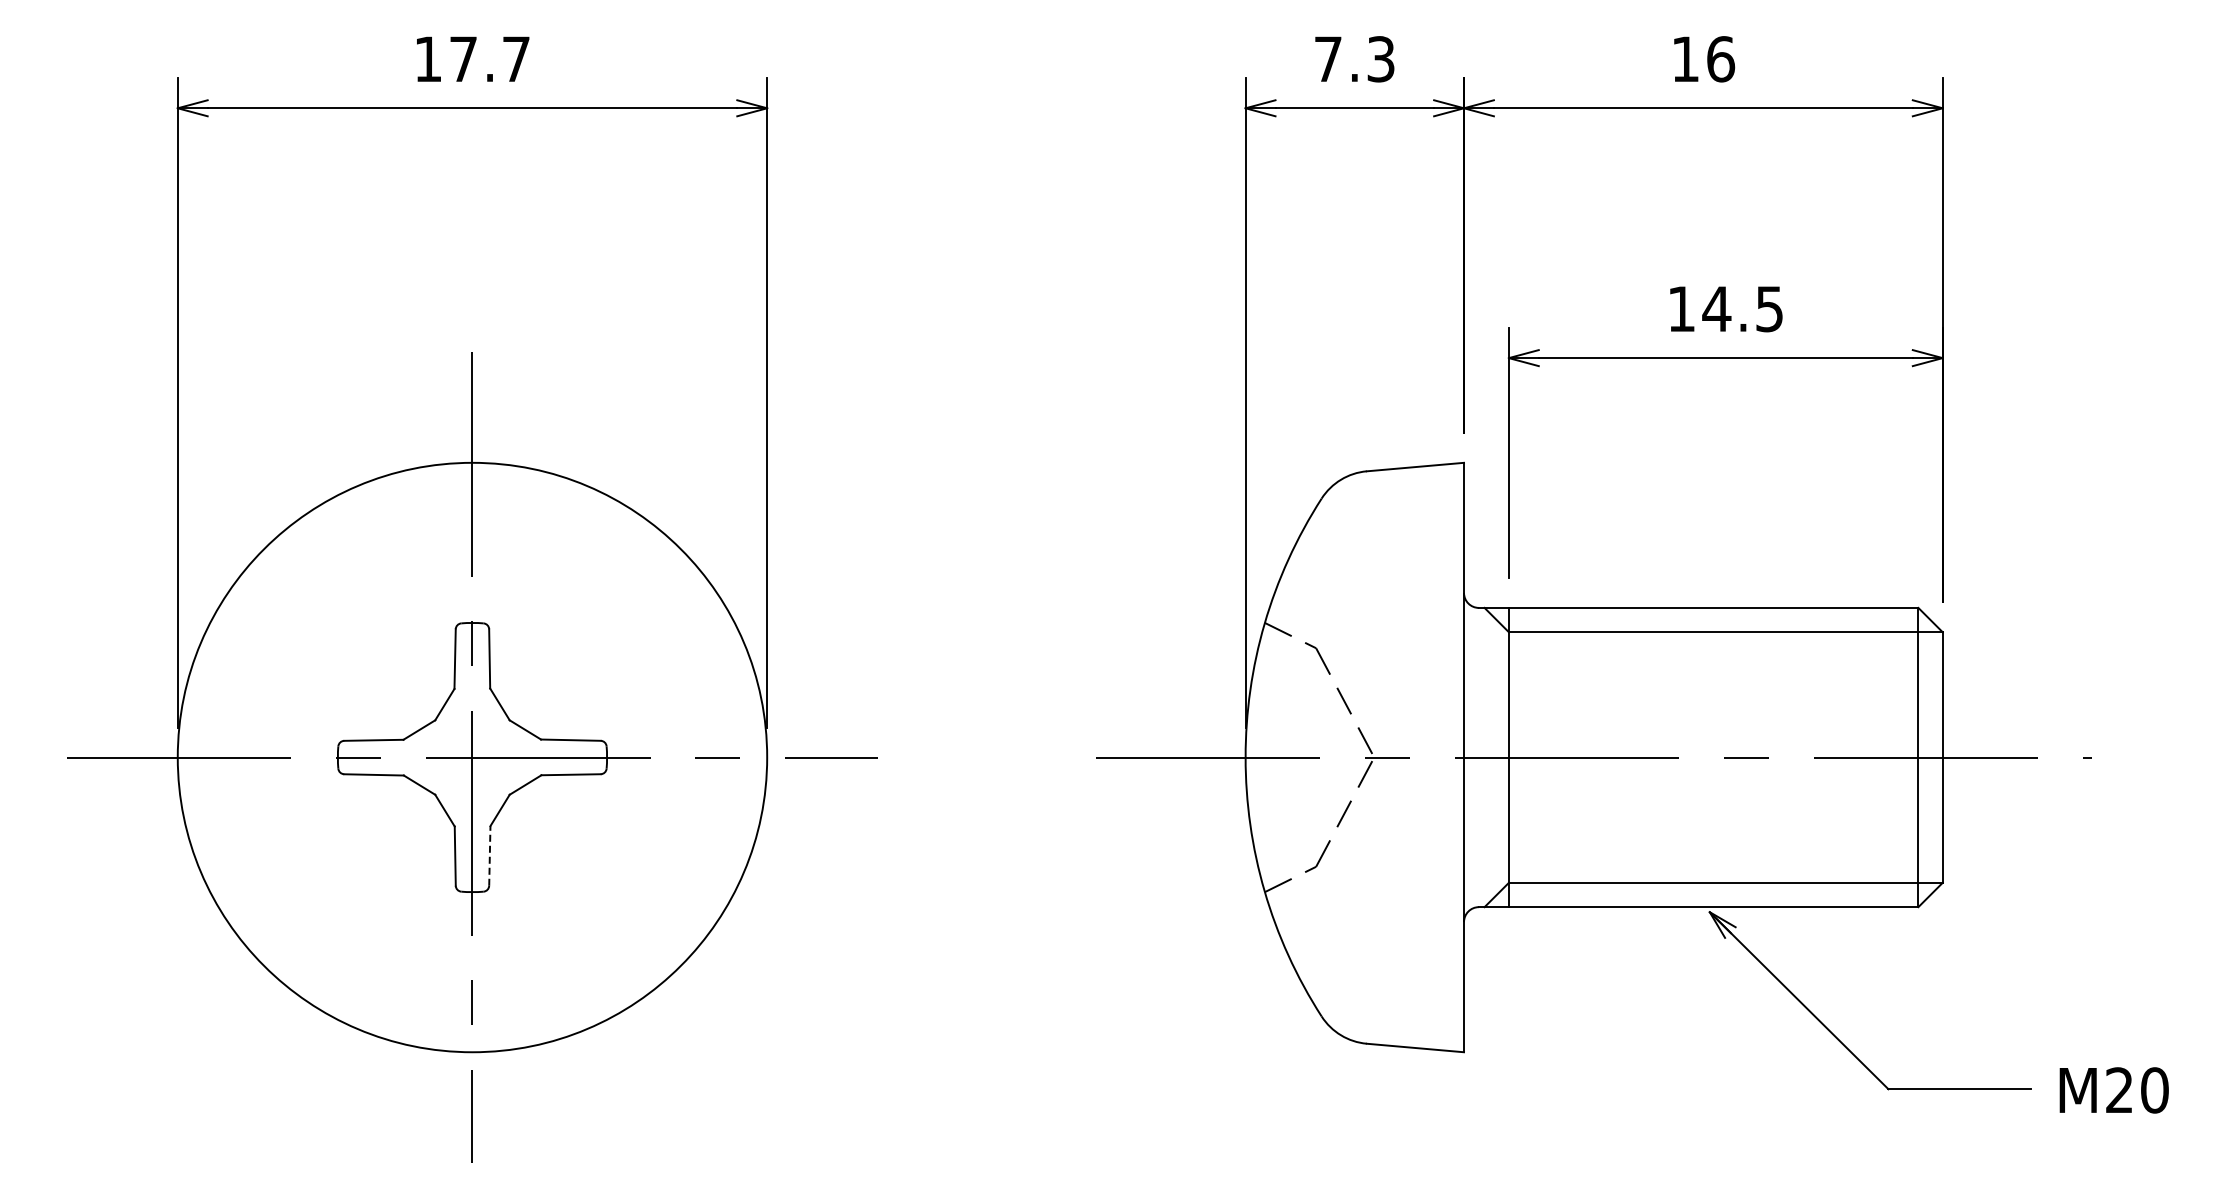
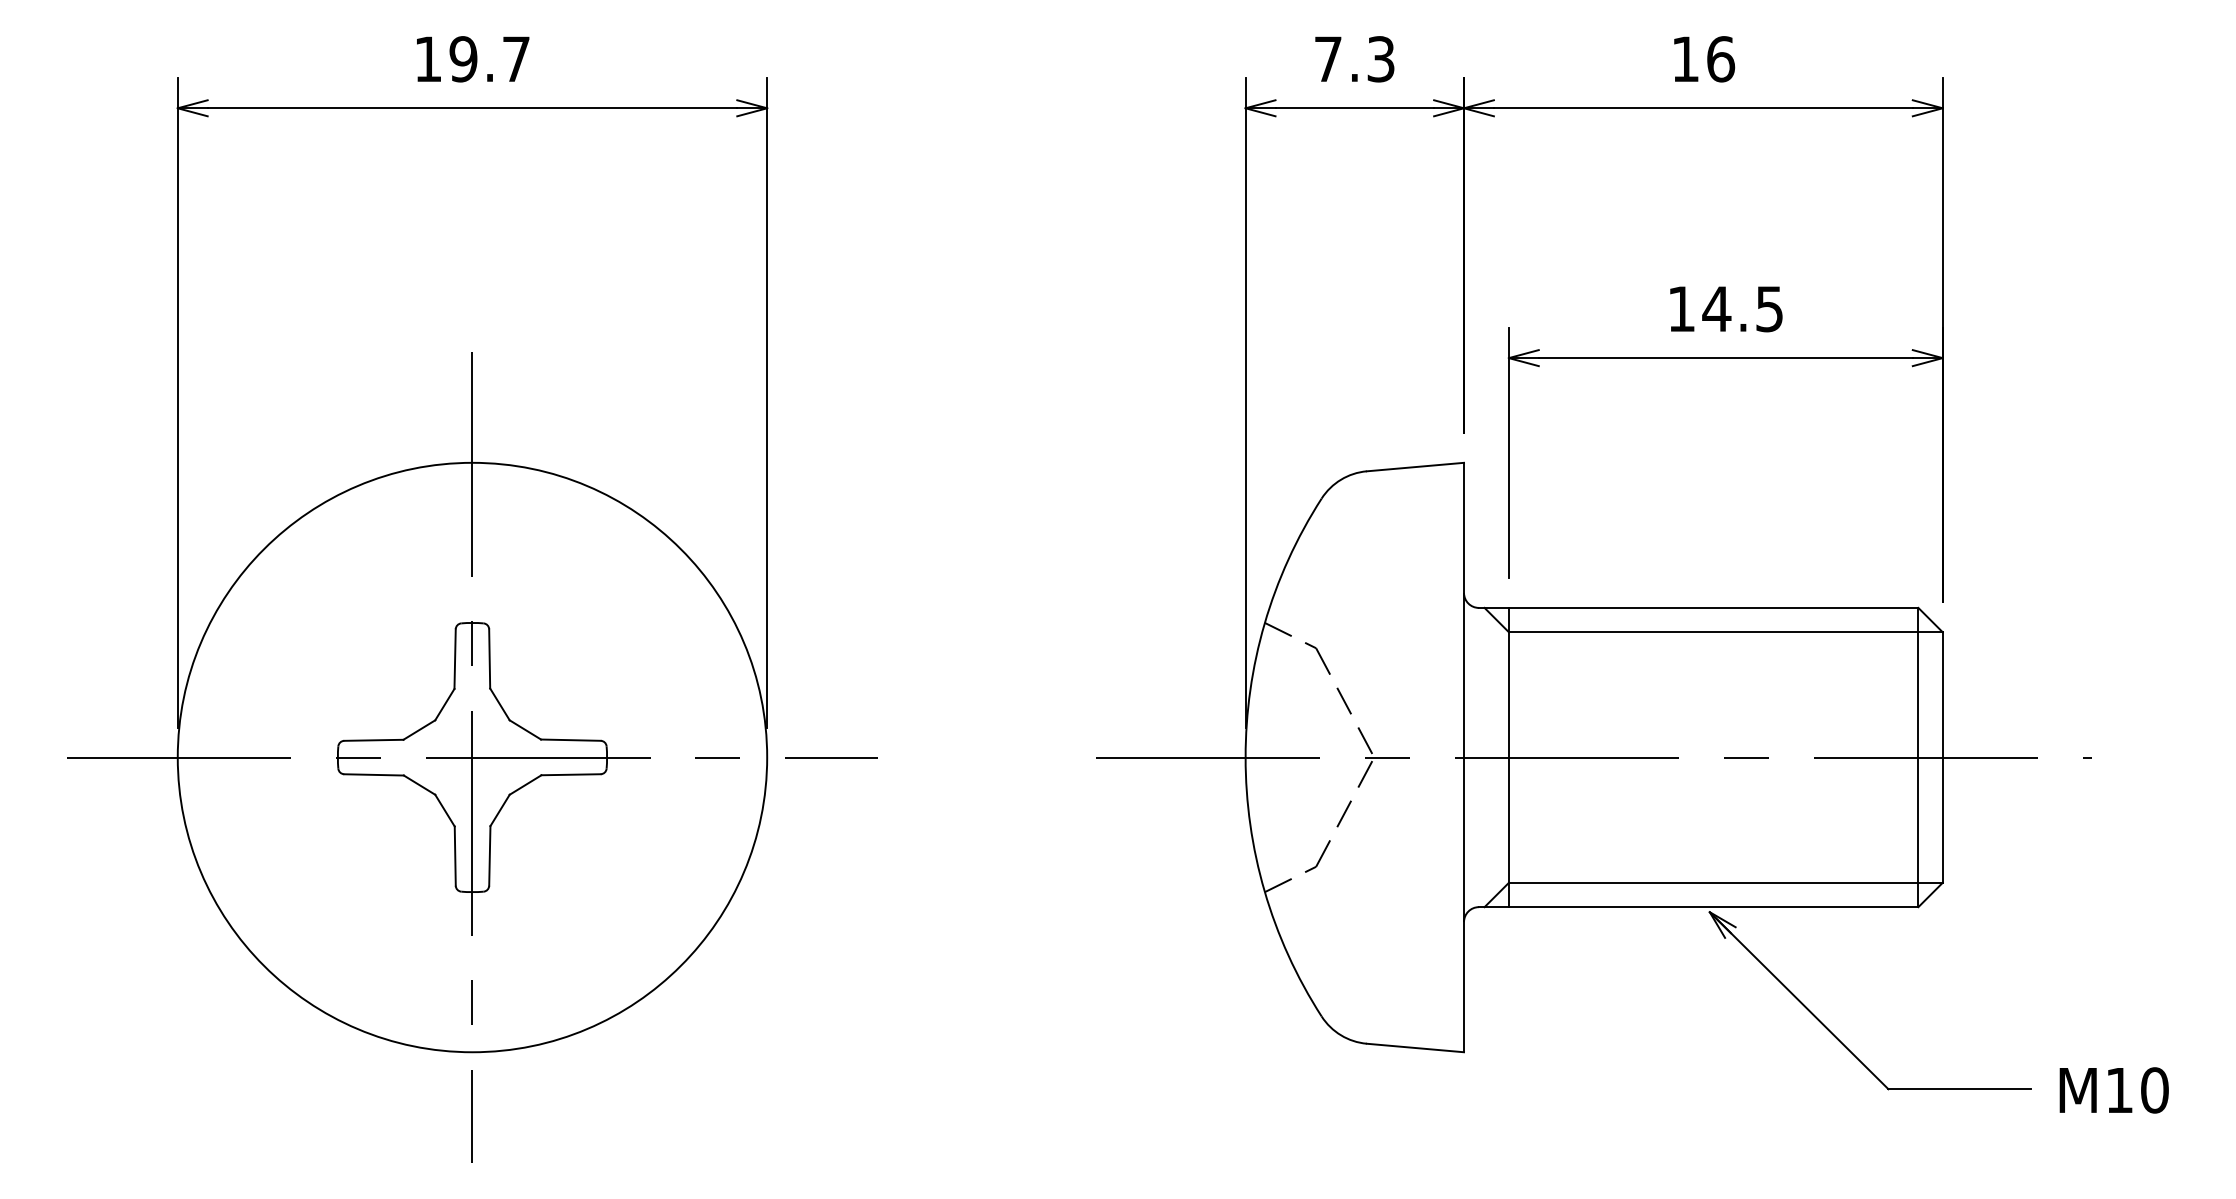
text at (463, 59): 17.7 -> 19.7
line at (489, 855): dashed -> solid
text at (2119, 1089): M20 -> M10
